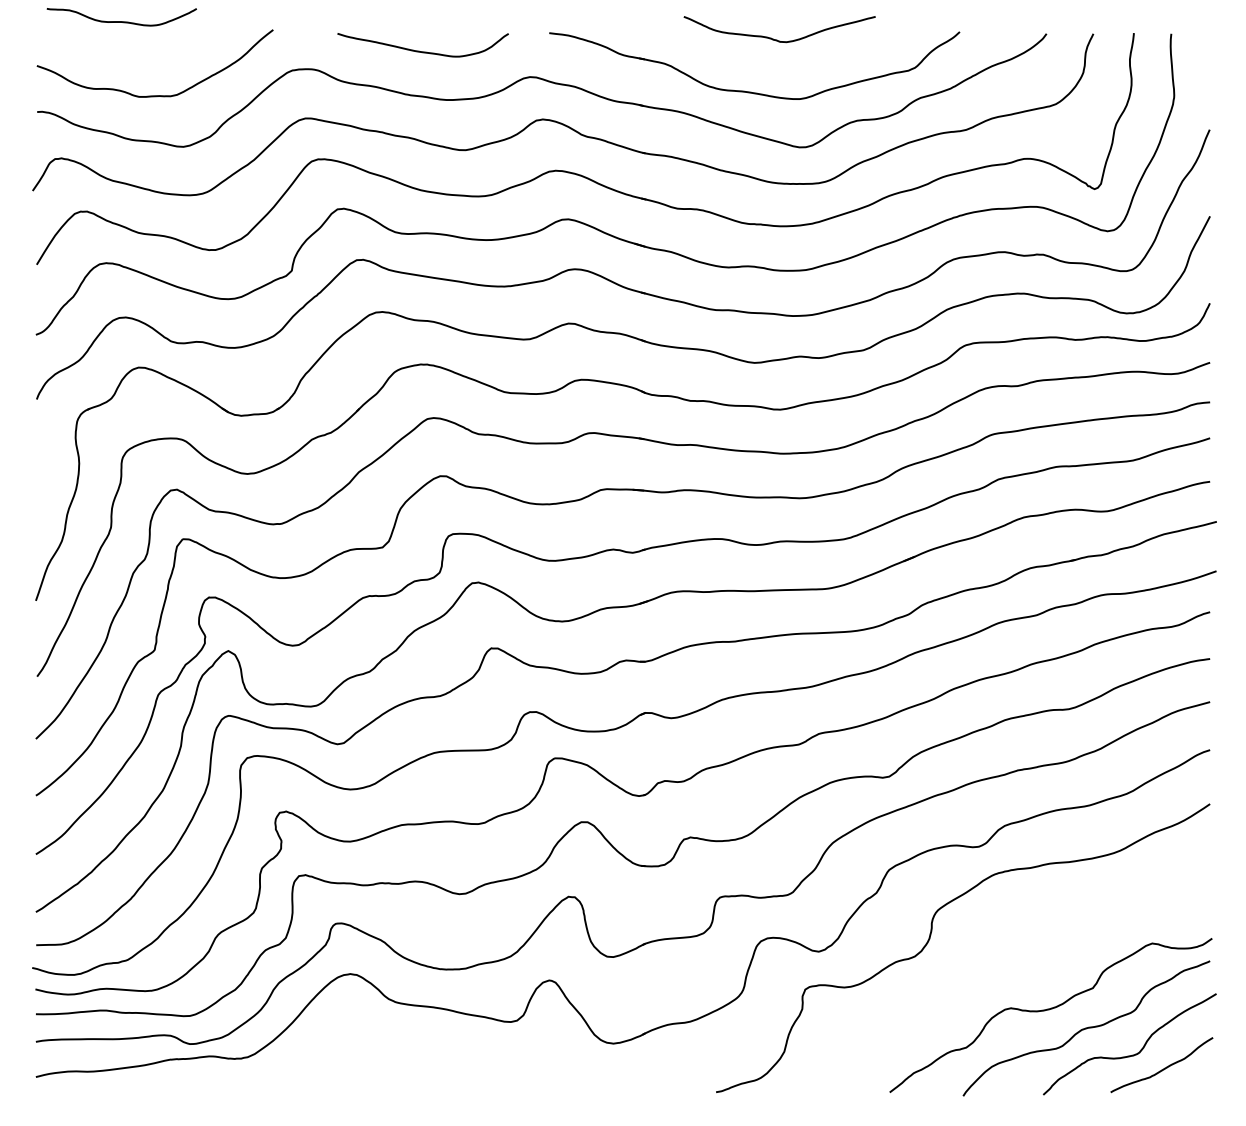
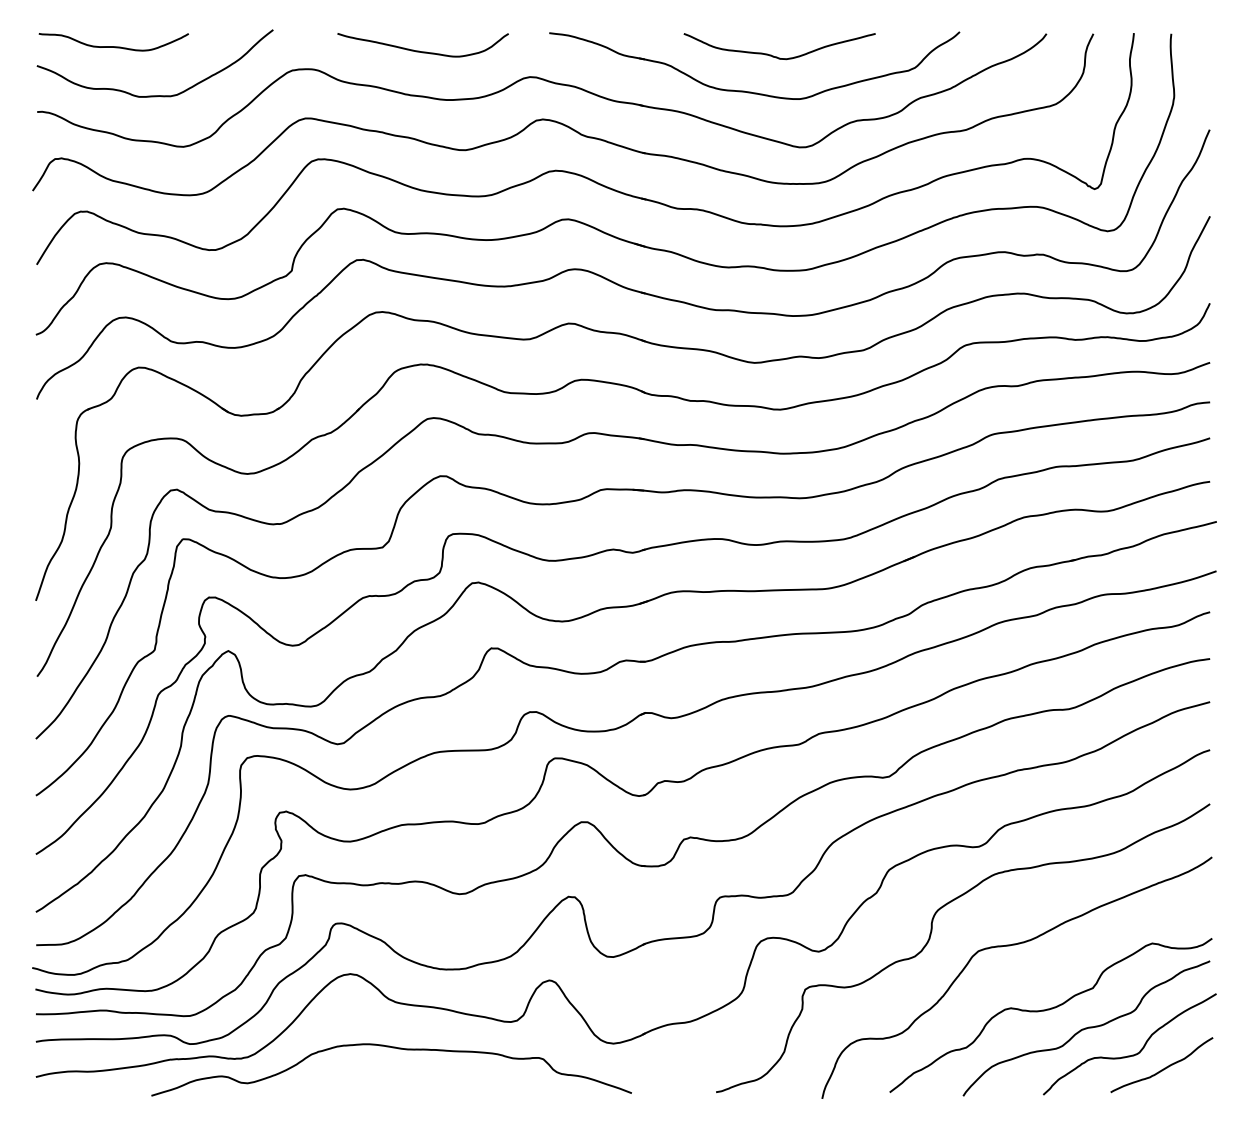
curve at (121, 21) position: (121, 21) -> (113, 46)
curve at (777, 39) position: (777, 39) -> (777, 56)
curve at (1010, 946): none -> present
curve at (392, 1048): none -> present
